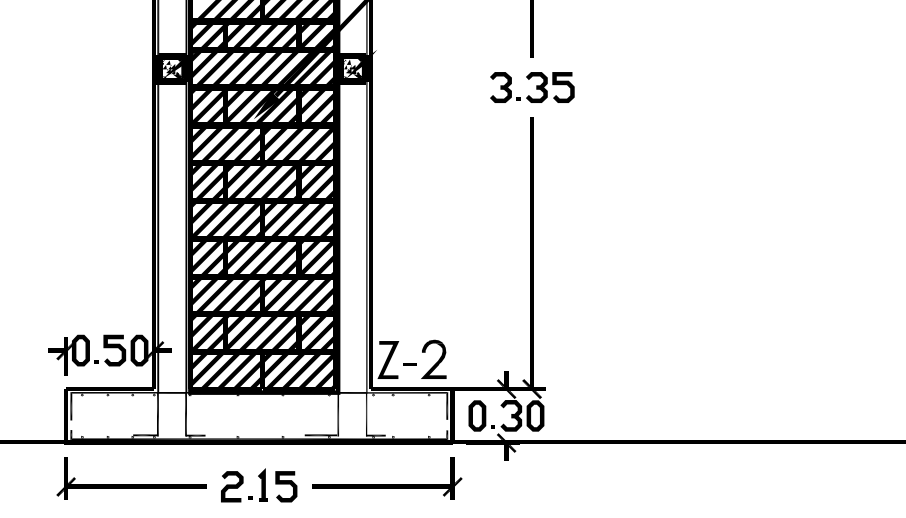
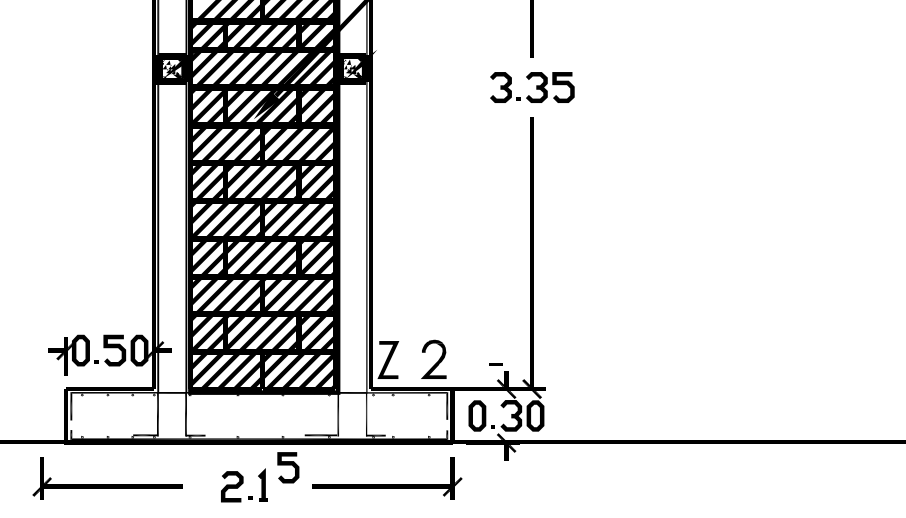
line at (409, 364) position: (409, 364) -> (495, 364)
part at (131, 478) position: (131, 478) -> (107, 478)
curve at (286, 484) position: (286, 484) -> (288, 465)
